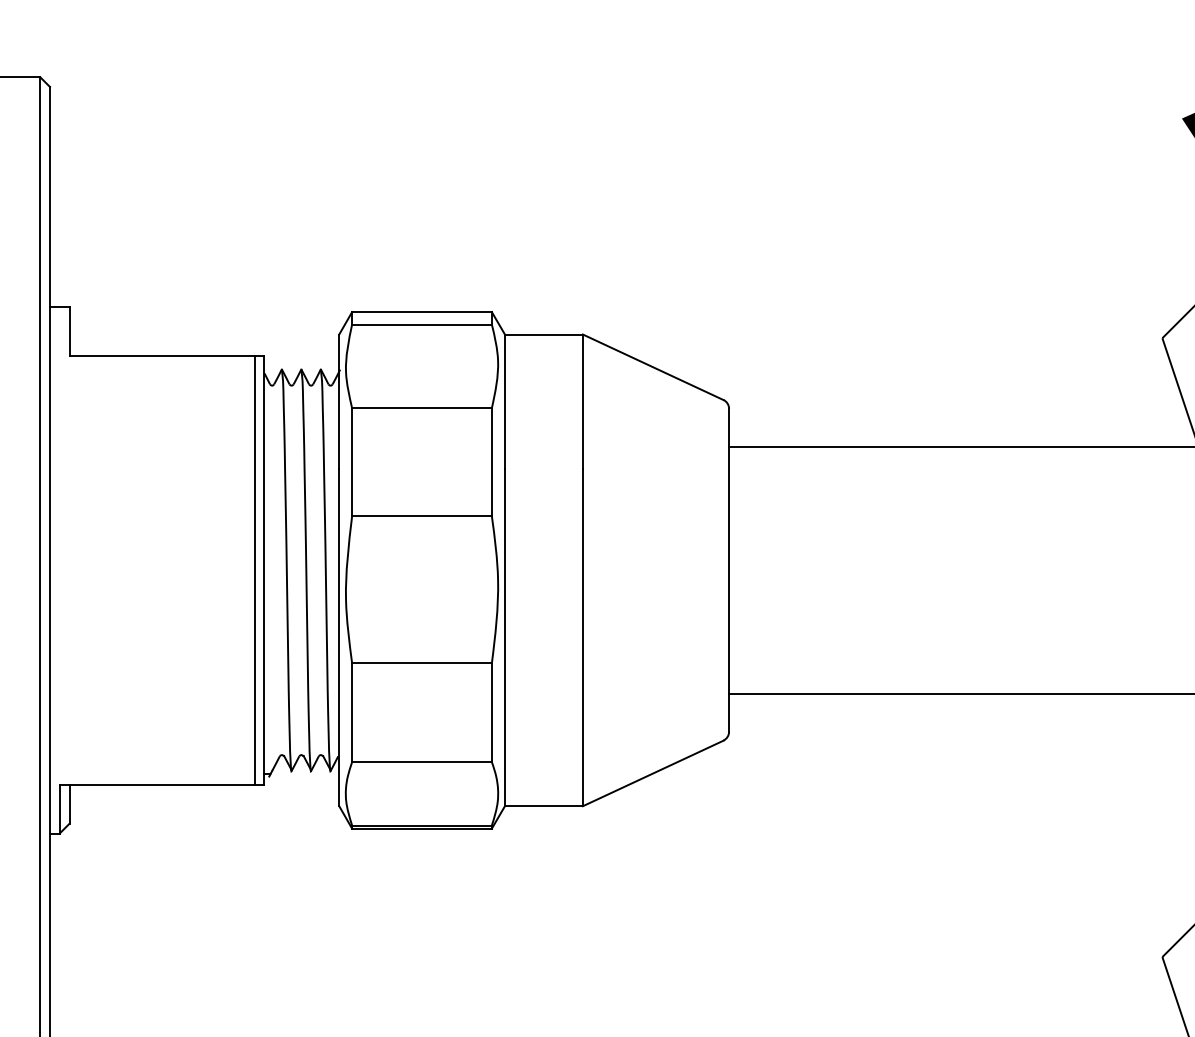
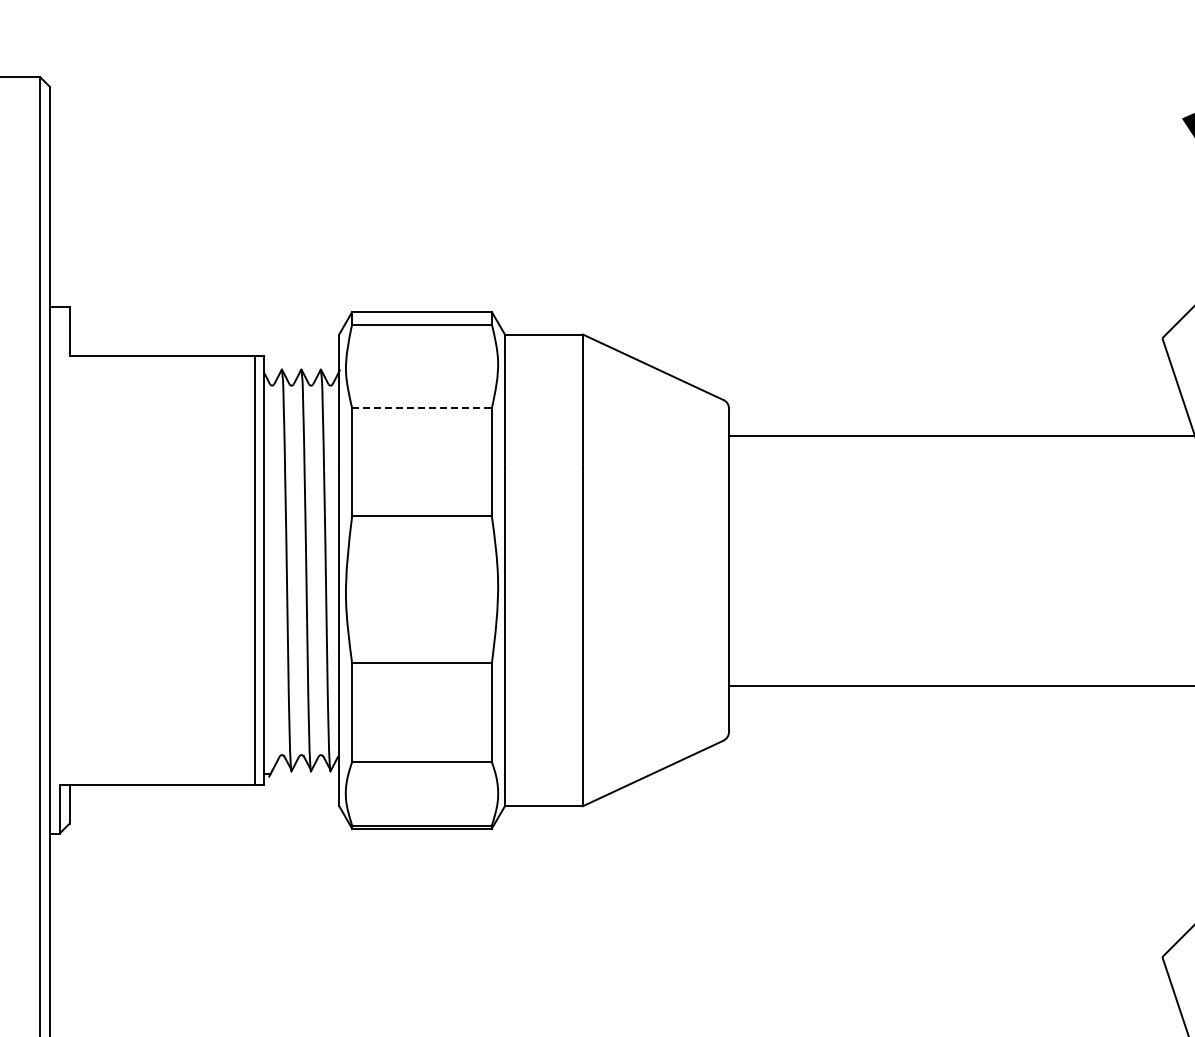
line at (422, 408): solid -> dashed
line at (960, 446) position: (960, 446) -> (960, 435)
line at (960, 694) position: (960, 694) -> (960, 686)
